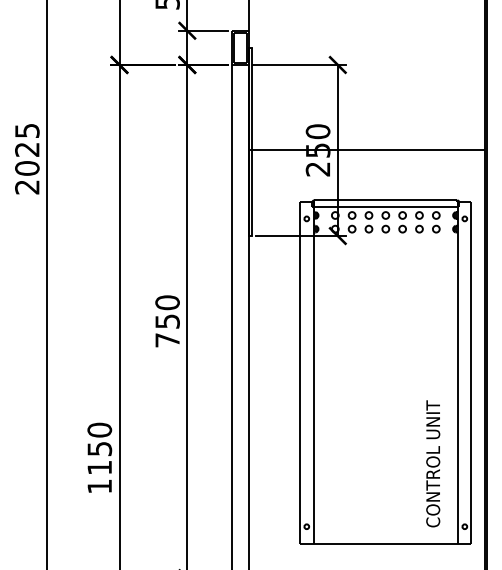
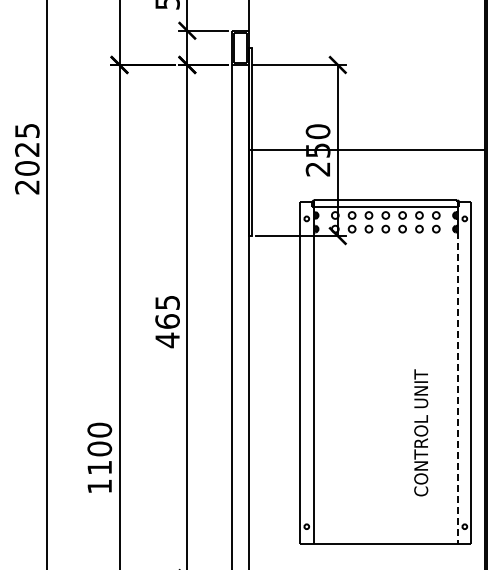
text at (167, 321): 750 -> 465
line at (457, 388): solid -> dashed
text at (99, 448): 1150 -> 1100
text at (433, 463) position: (433, 463) -> (421, 432)
